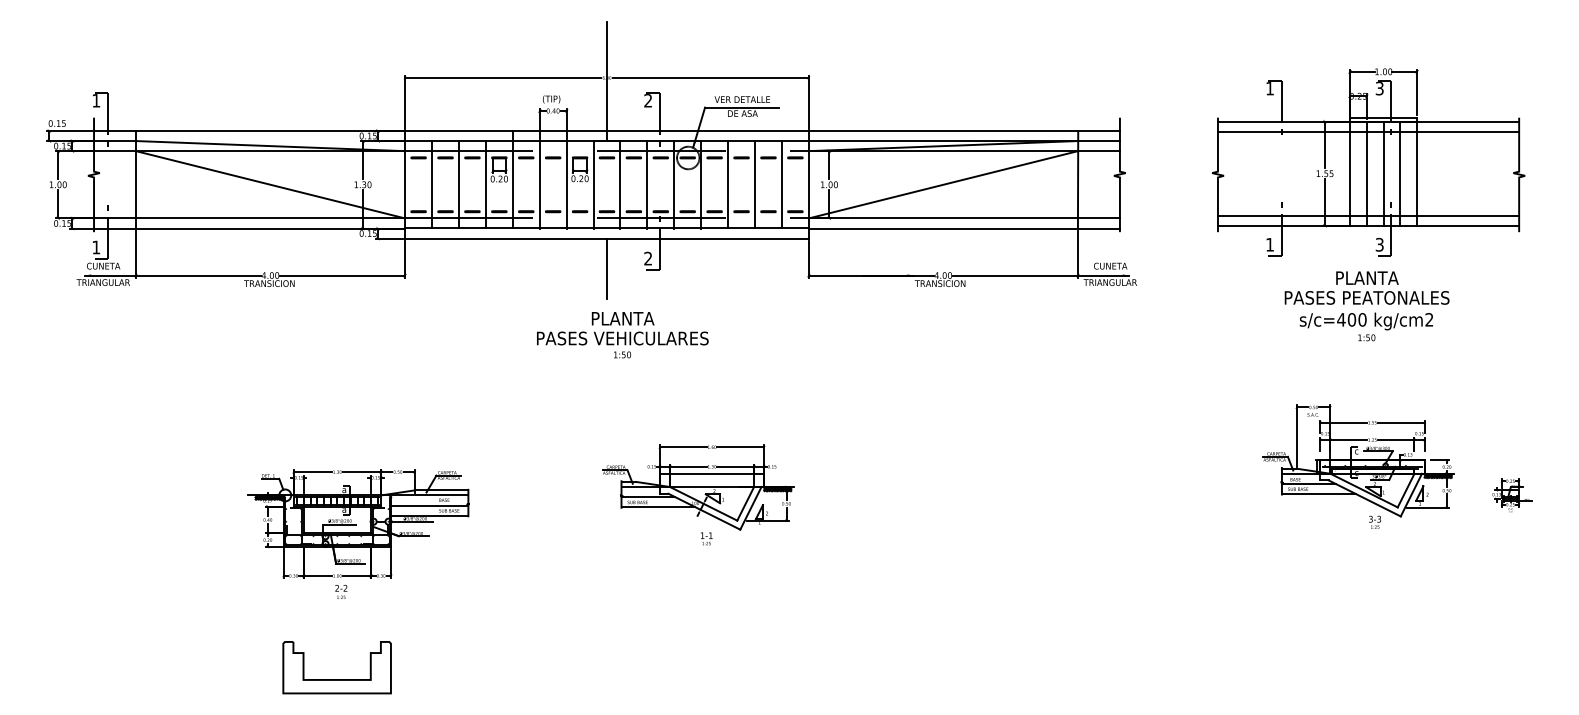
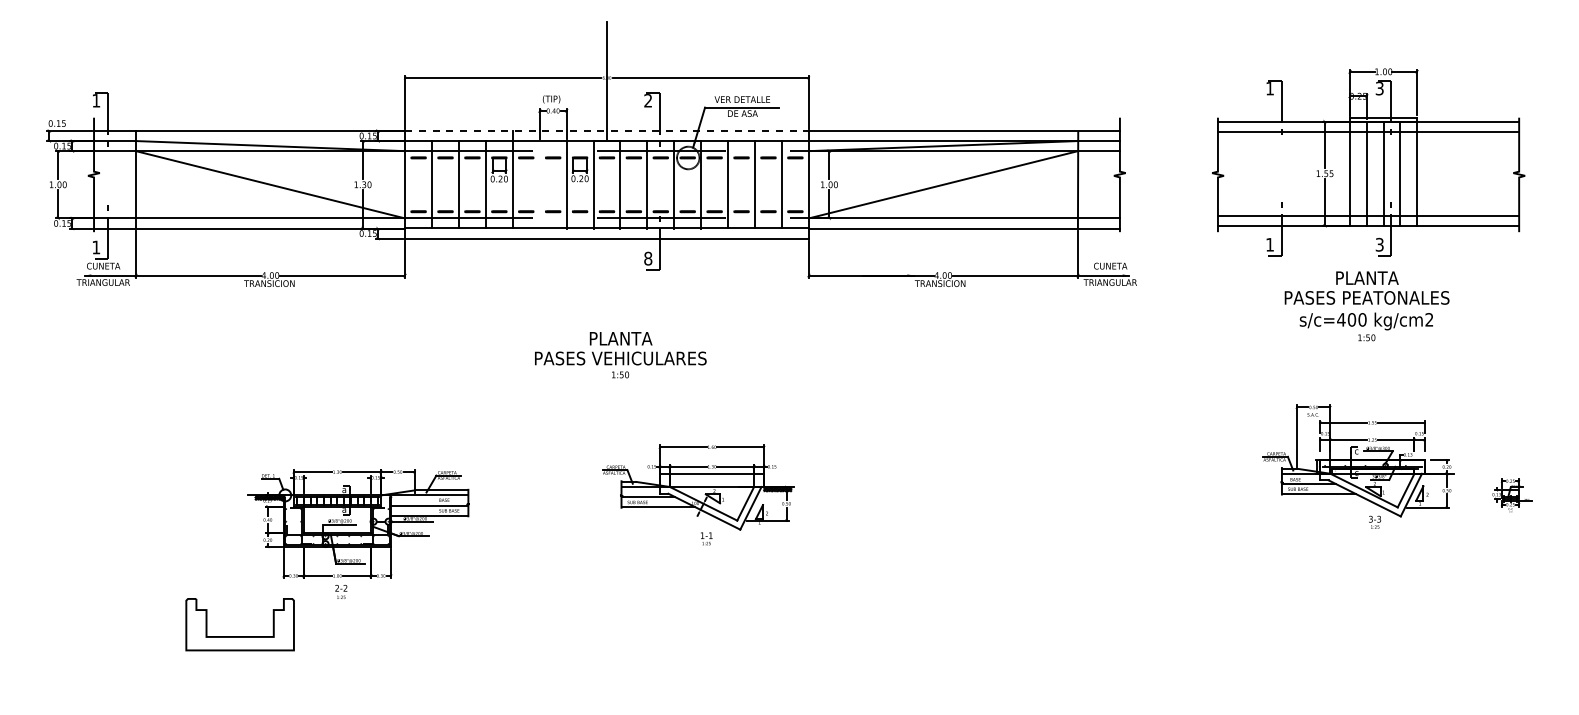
line at (606, 130): solid -> dashed
line at (539, 184): present -> none
text at (648, 258): 2 -> 8
line at (606, 268): present -> none
text at (622, 335) position: (622, 335) -> (620, 355)
hatch at (1437, 475): present -> none
part at (336, 679) position: (336, 679) -> (239, 636)
